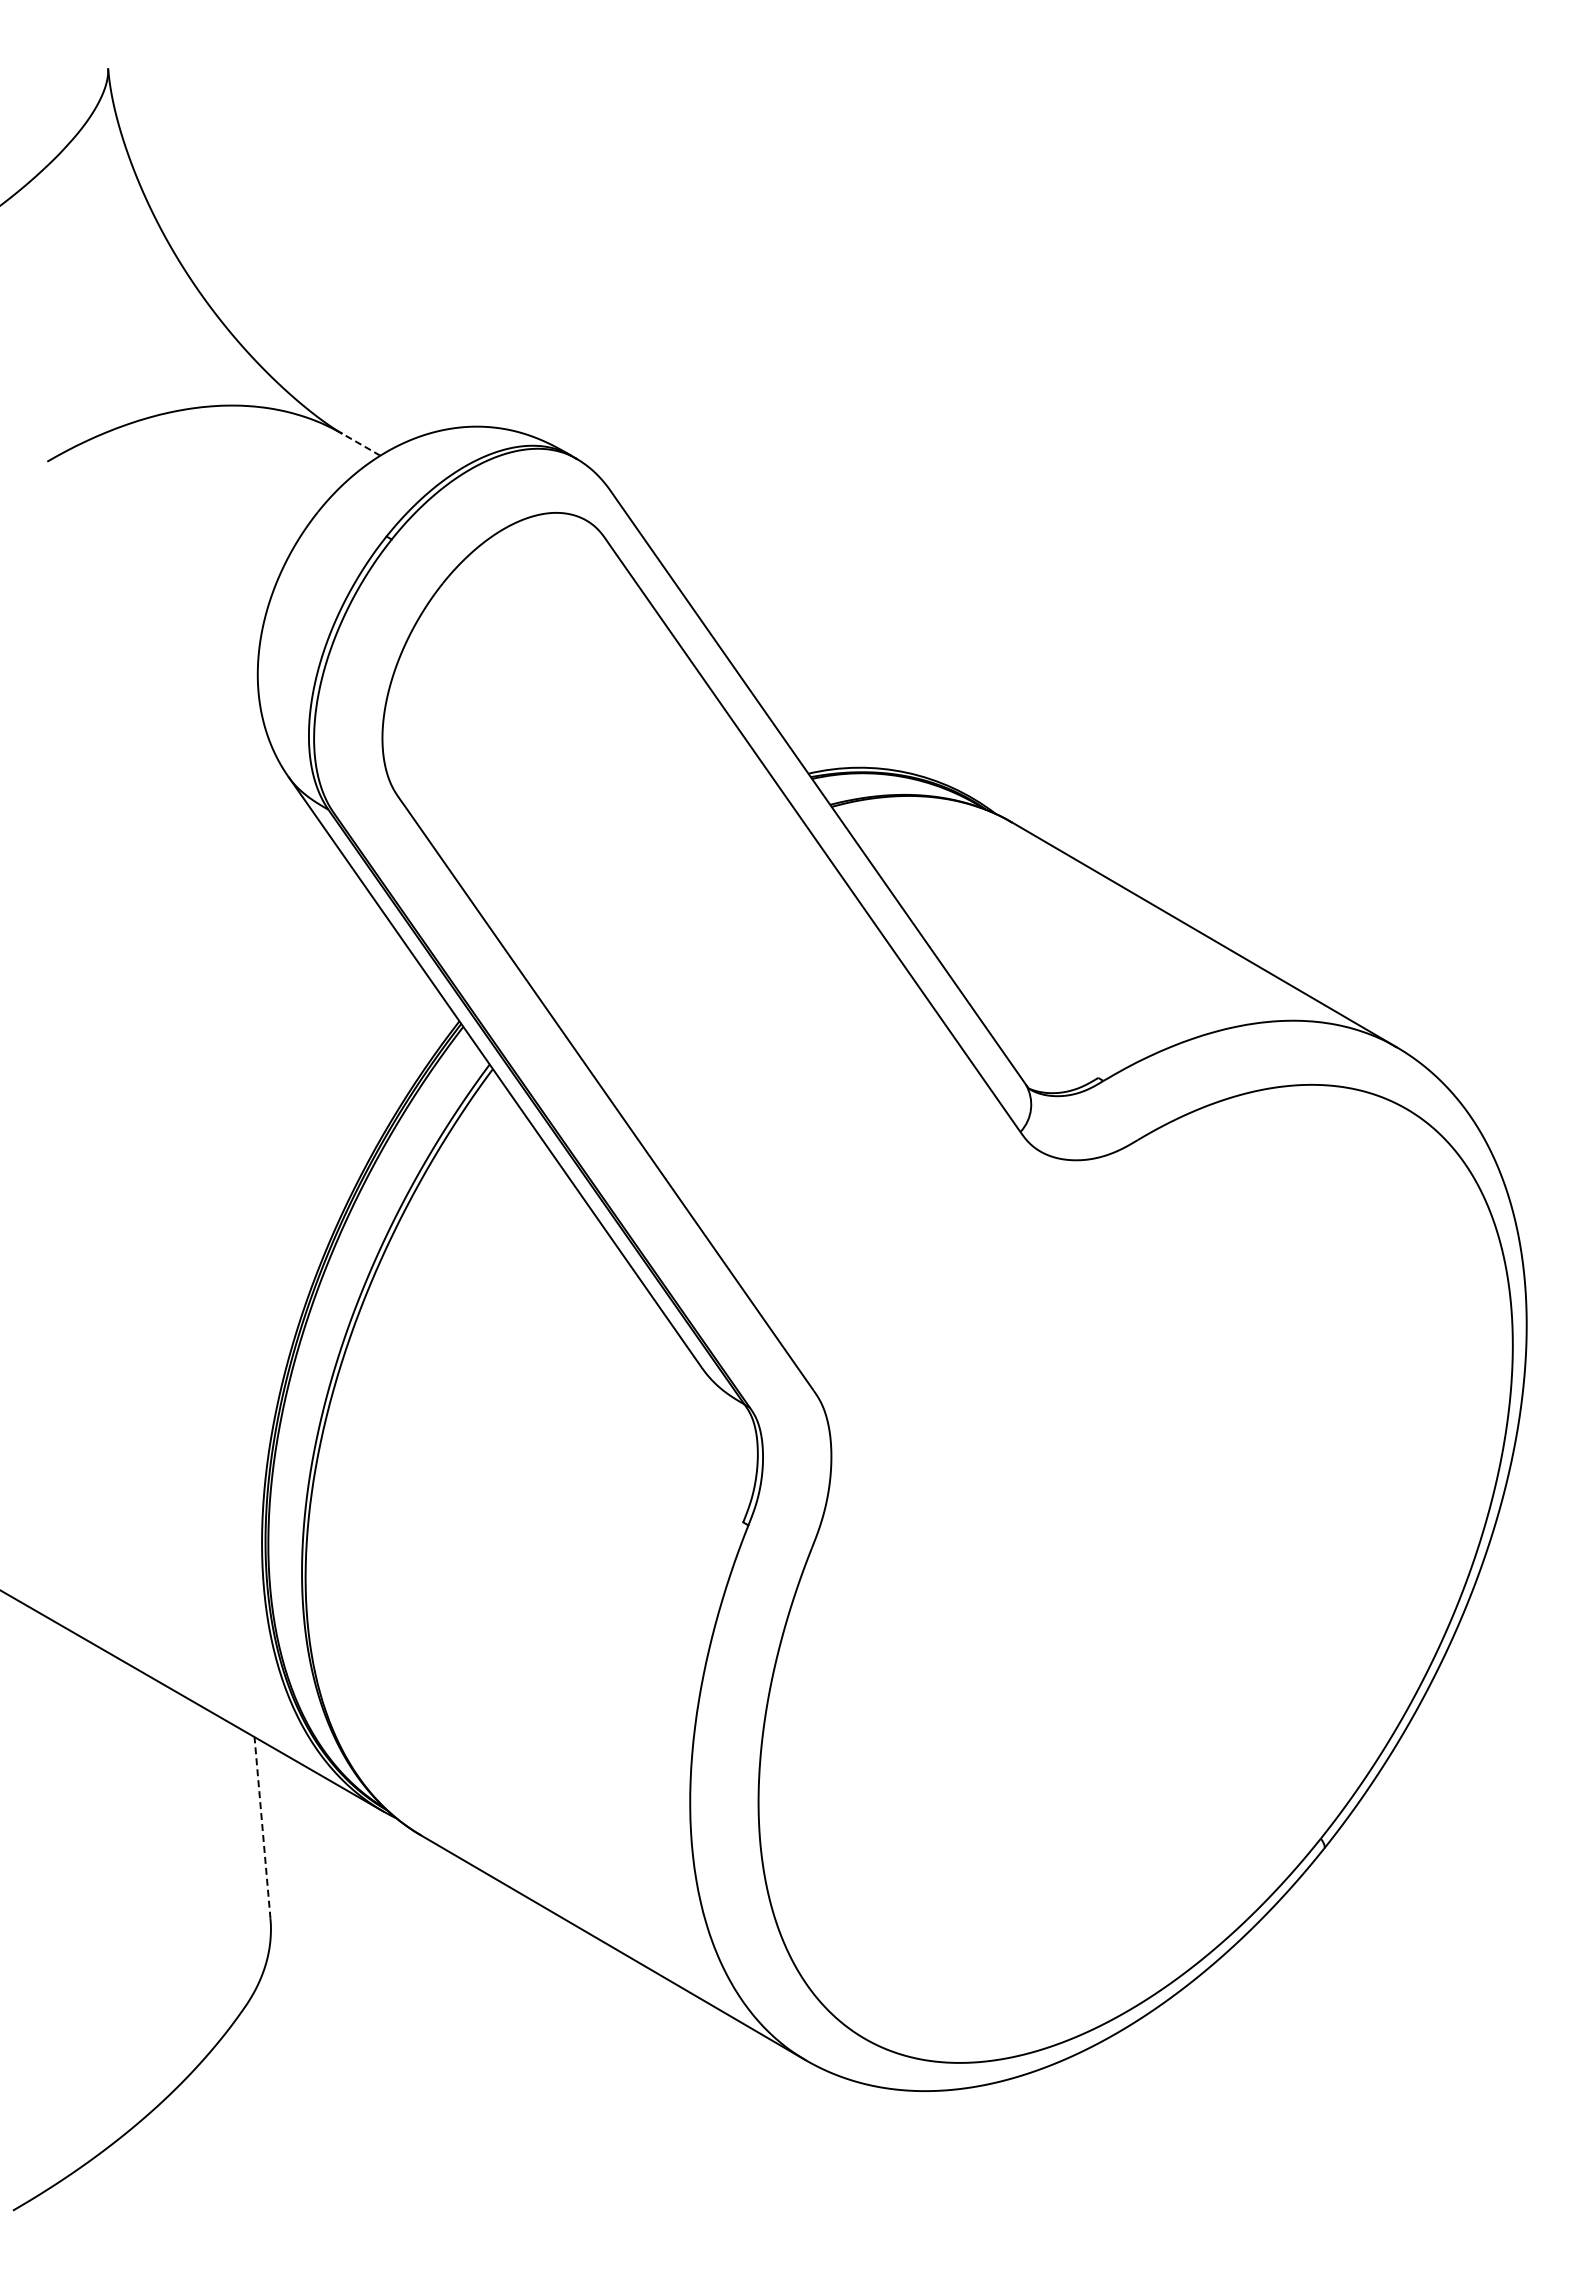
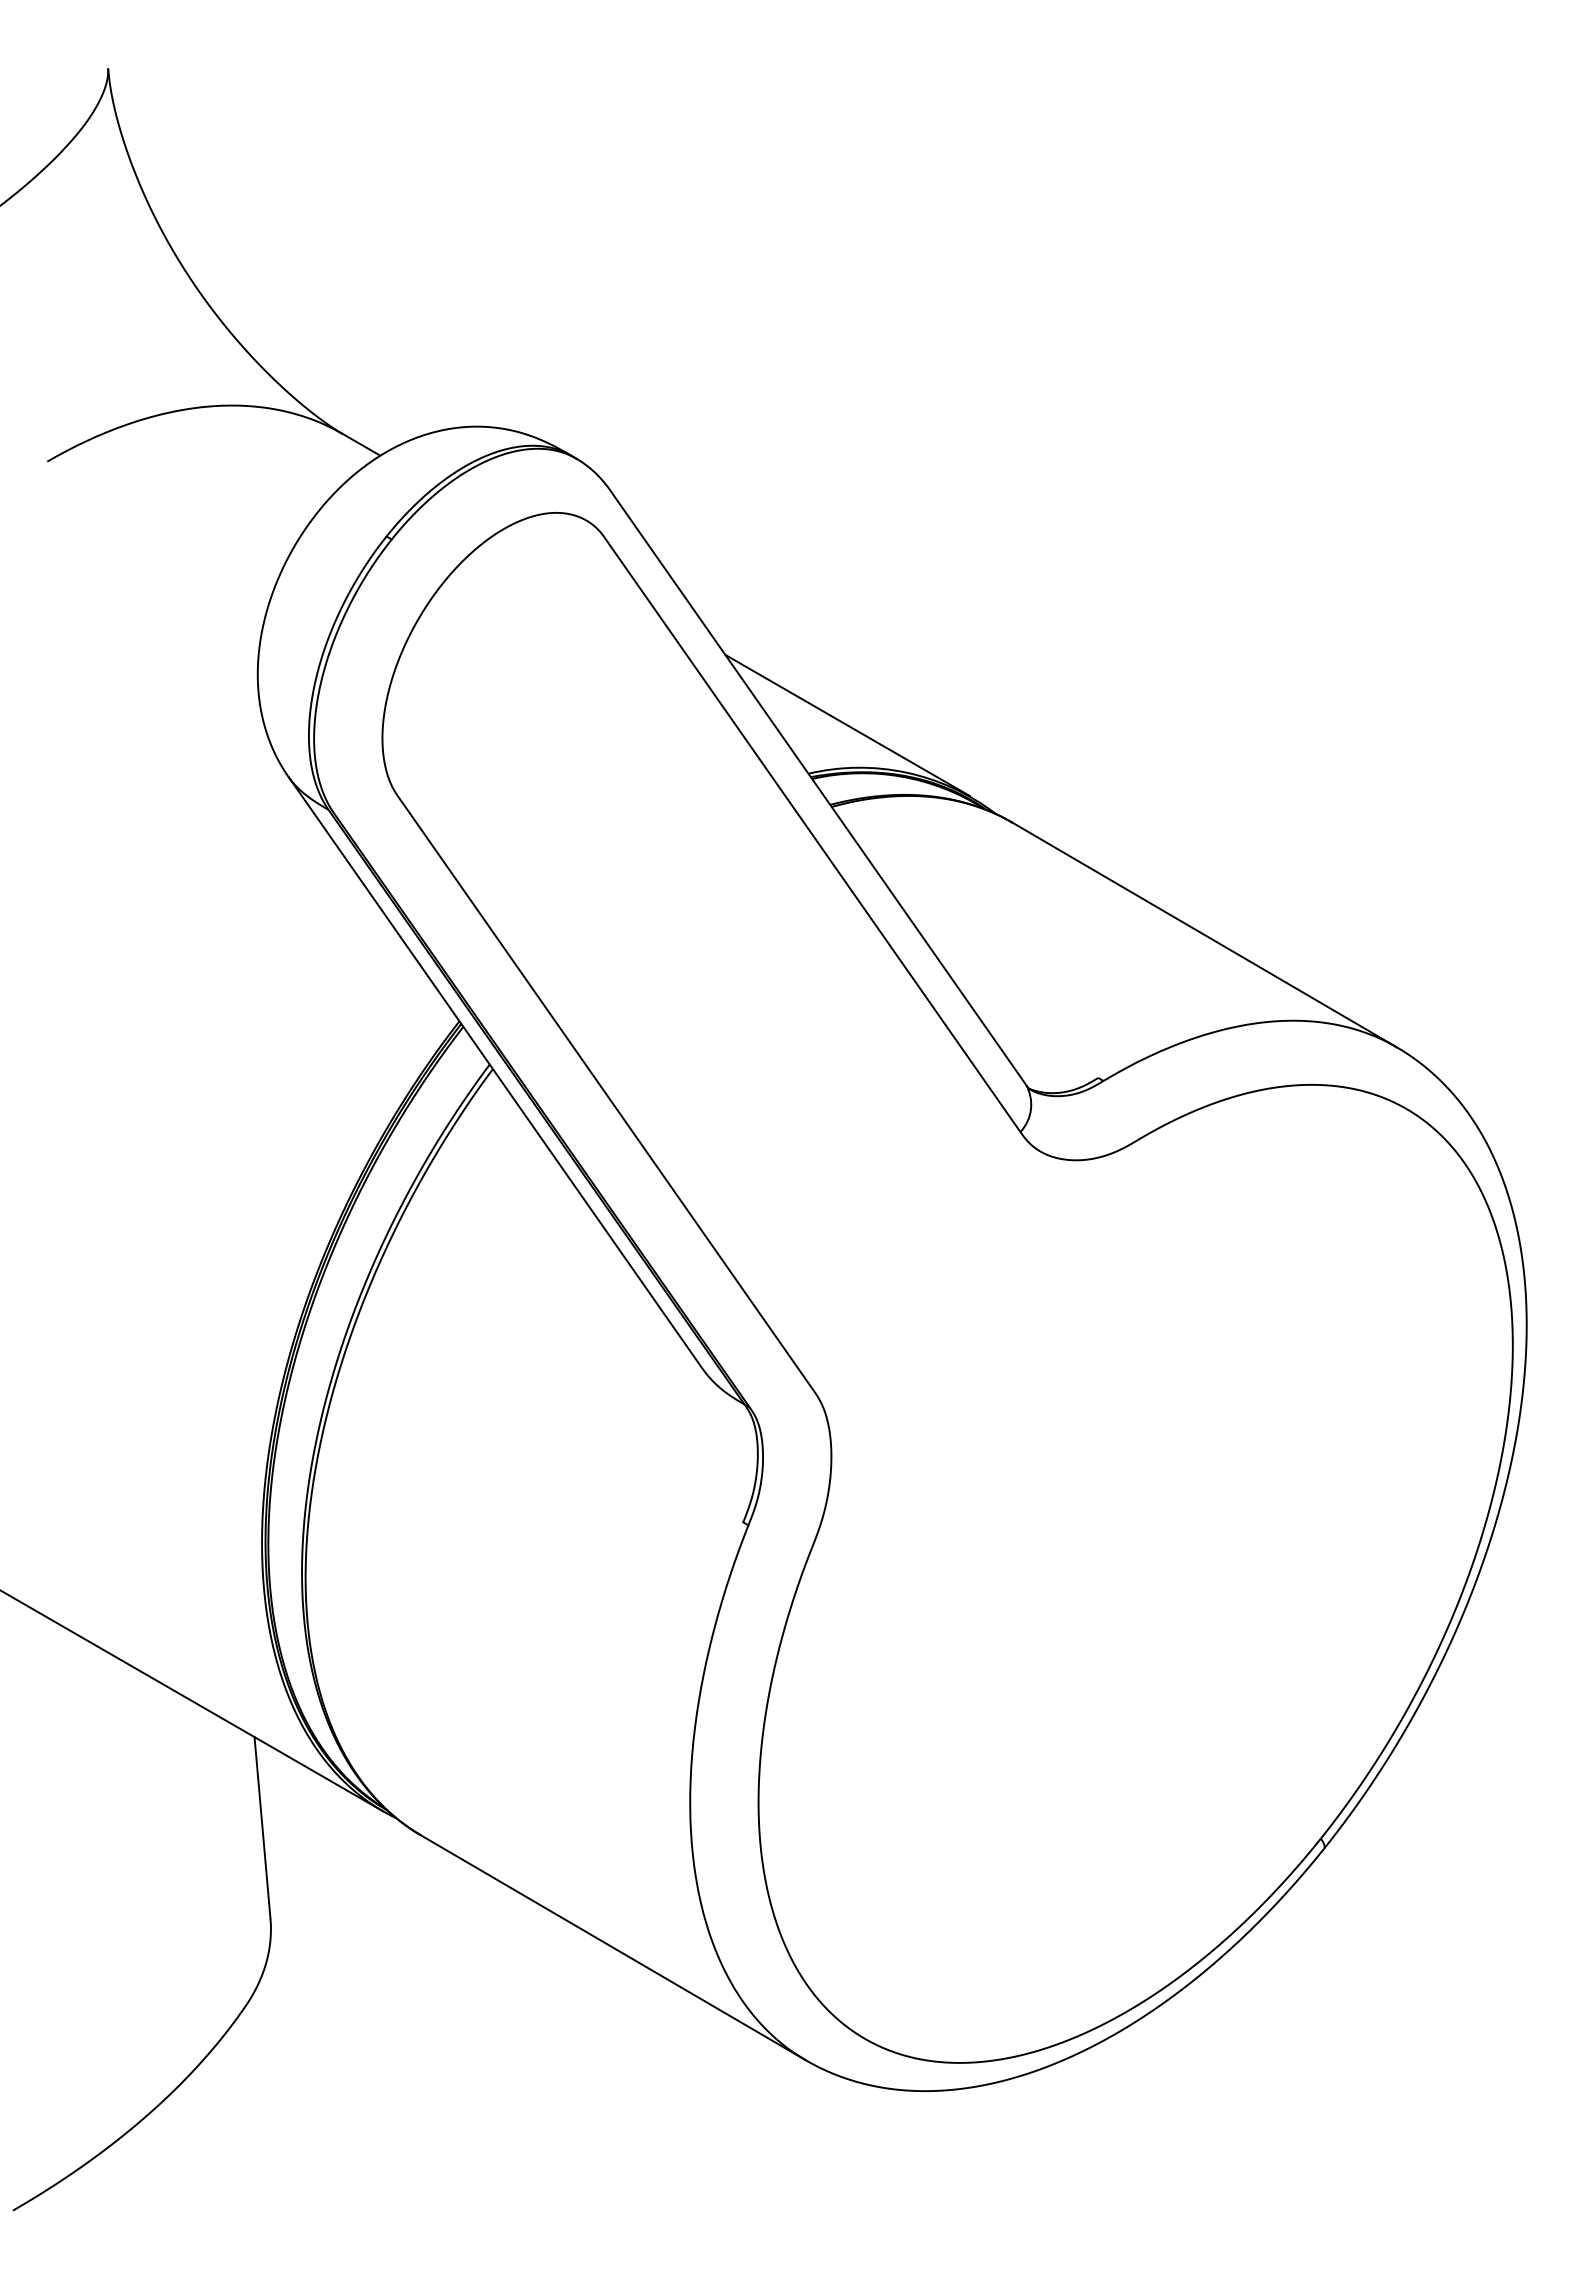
line at (361, 444): dashed -> solid
line at (847, 724): none -> present
line at (262, 1827): dashed -> solid
